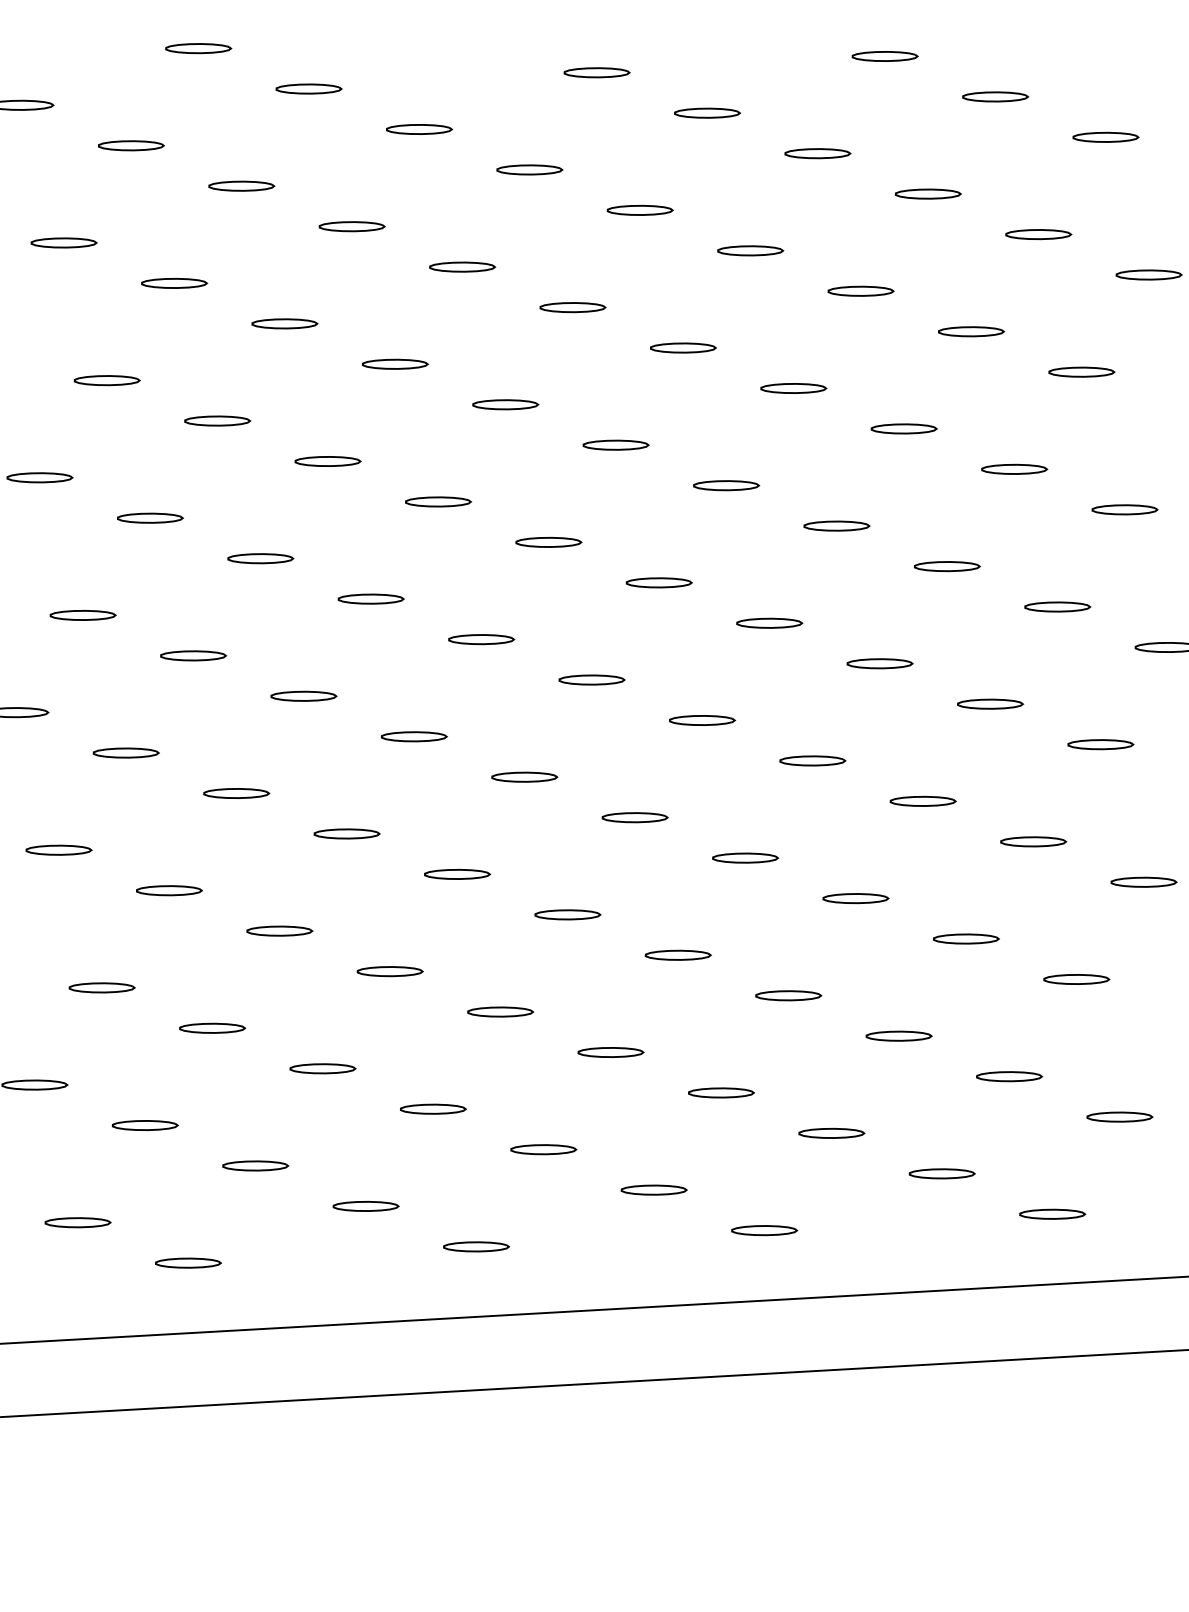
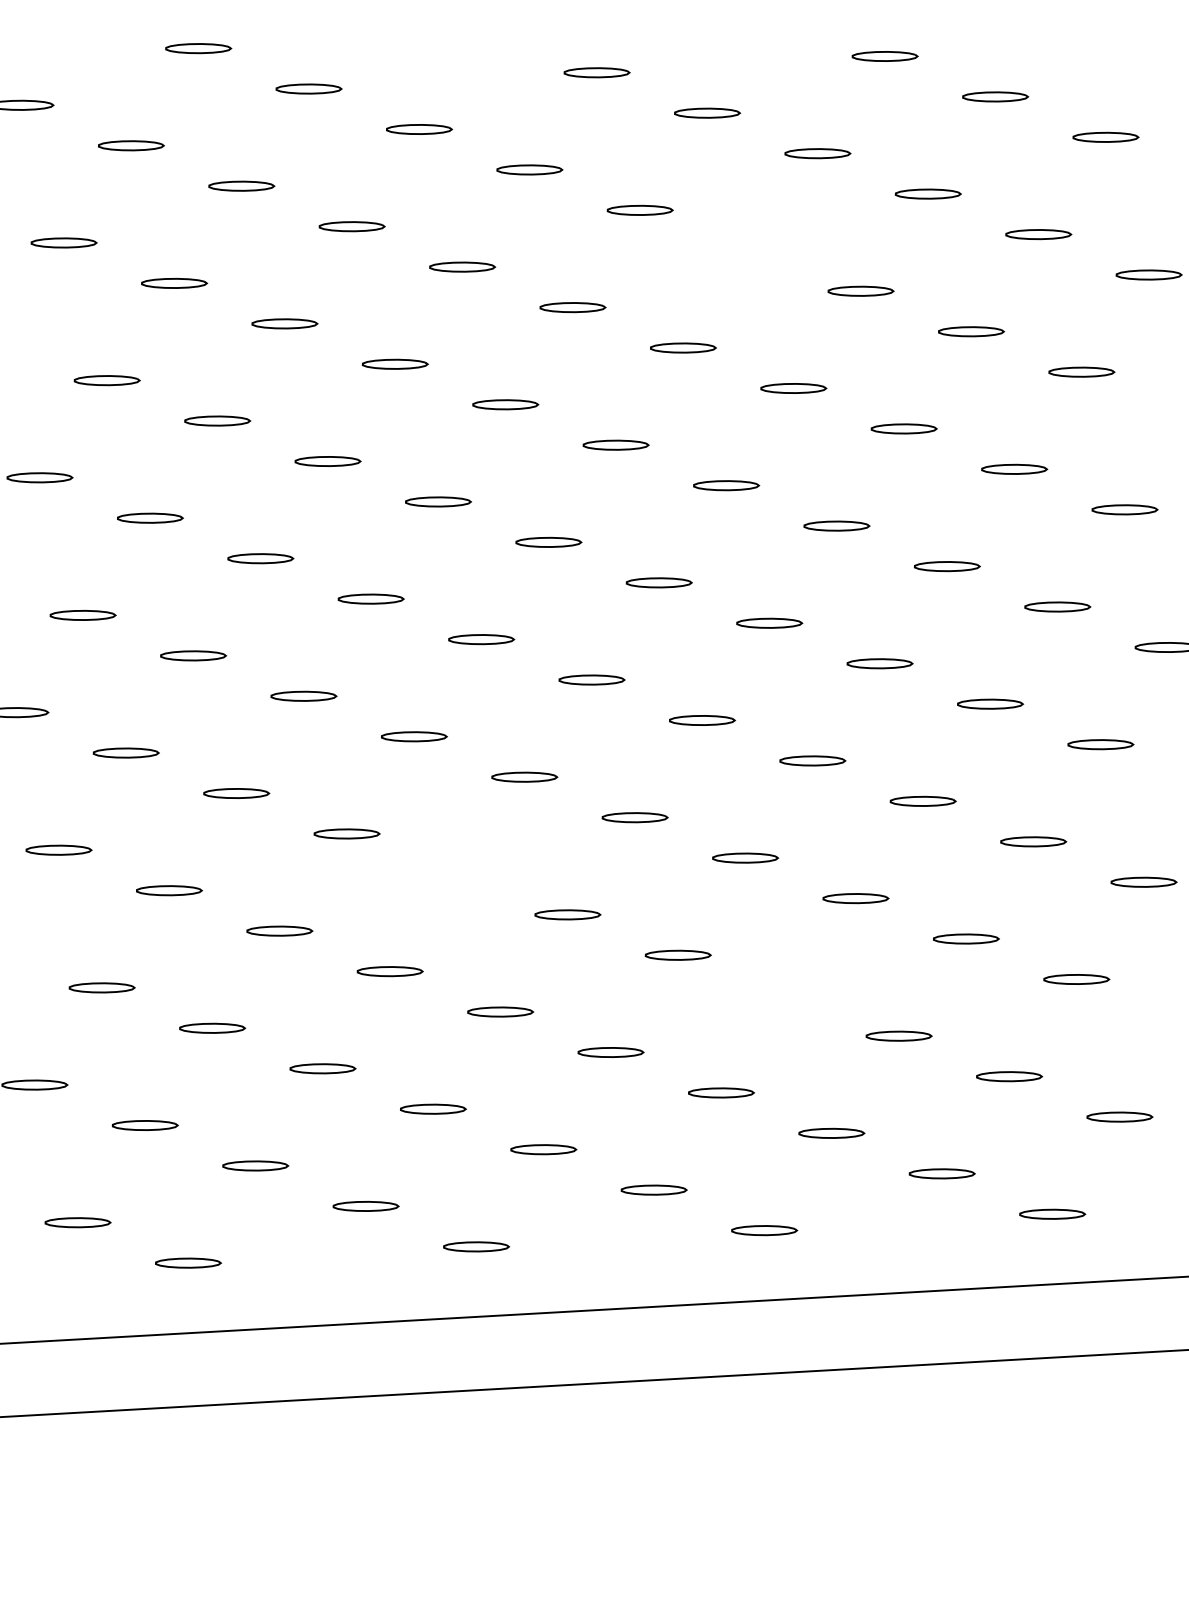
part at (750, 250): present -> none
part at (457, 873): present -> none
part at (788, 995): present -> none
